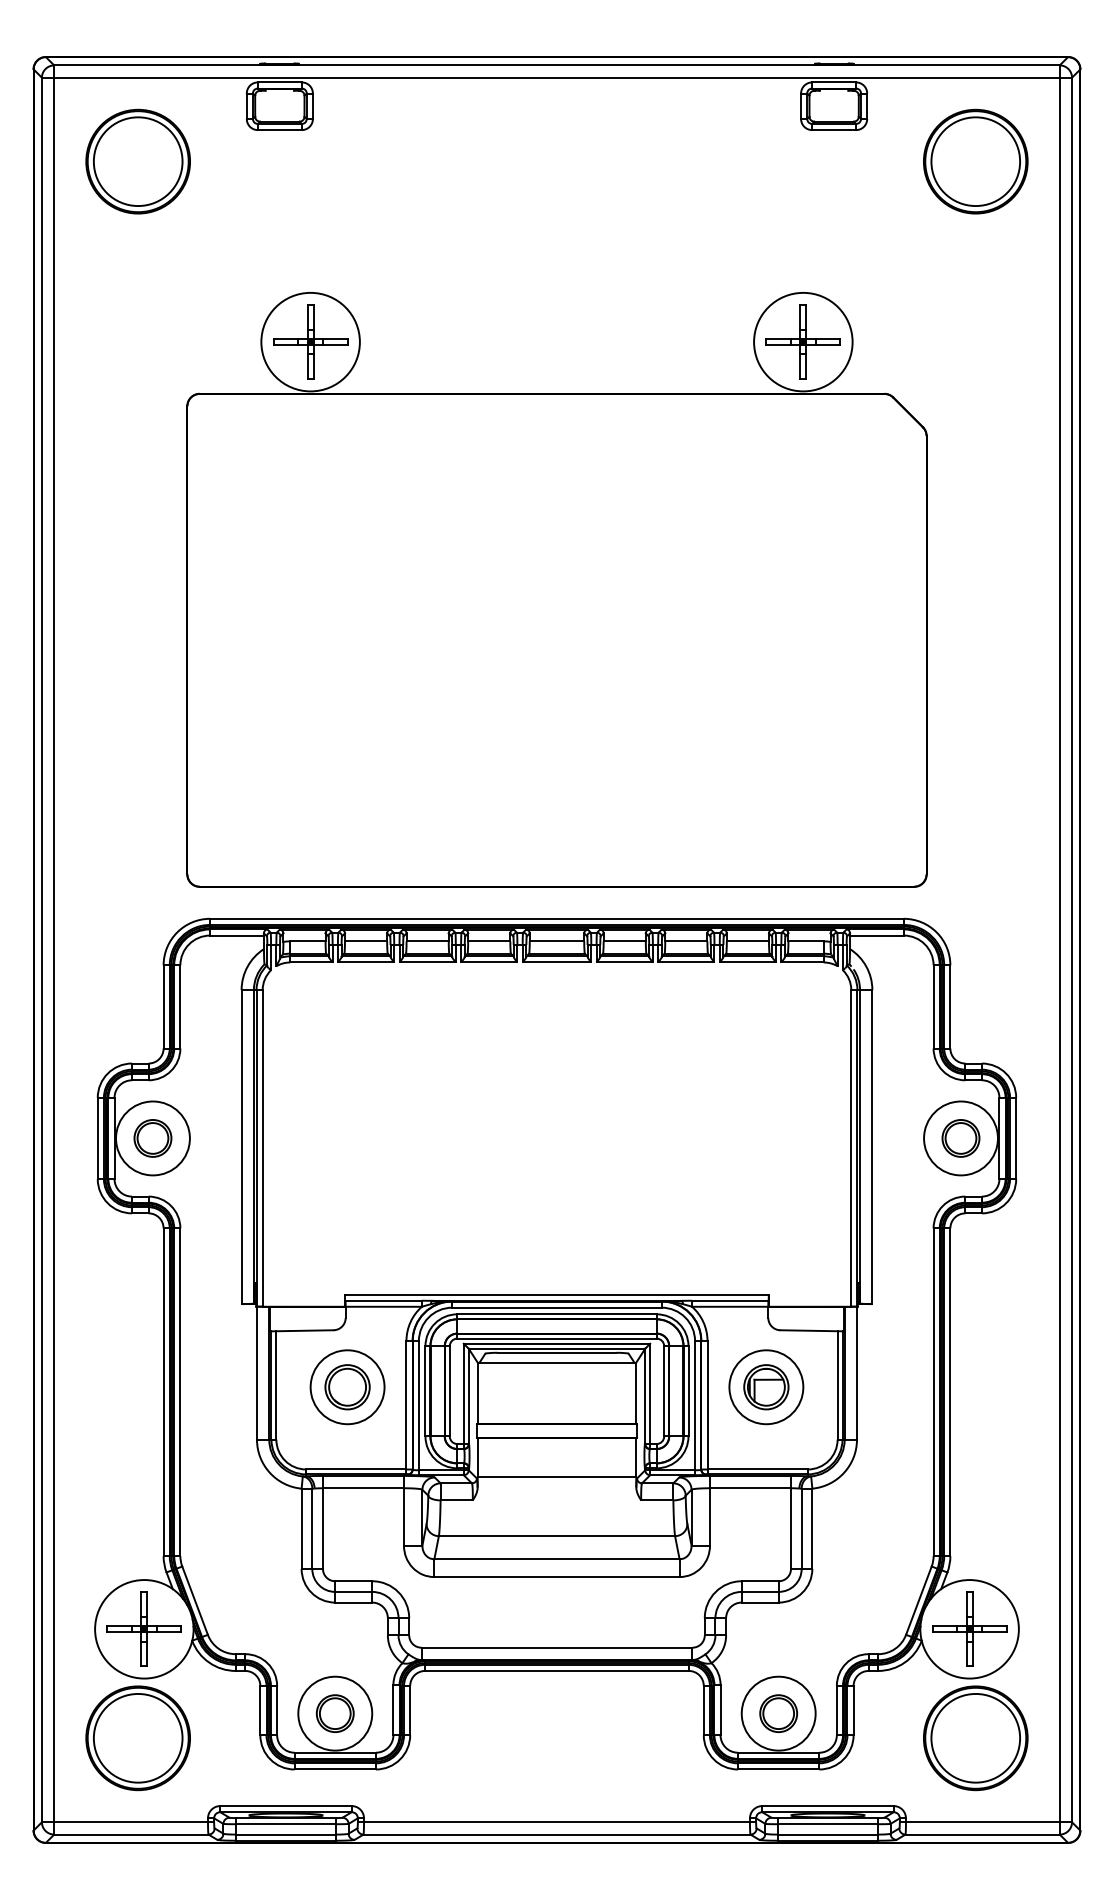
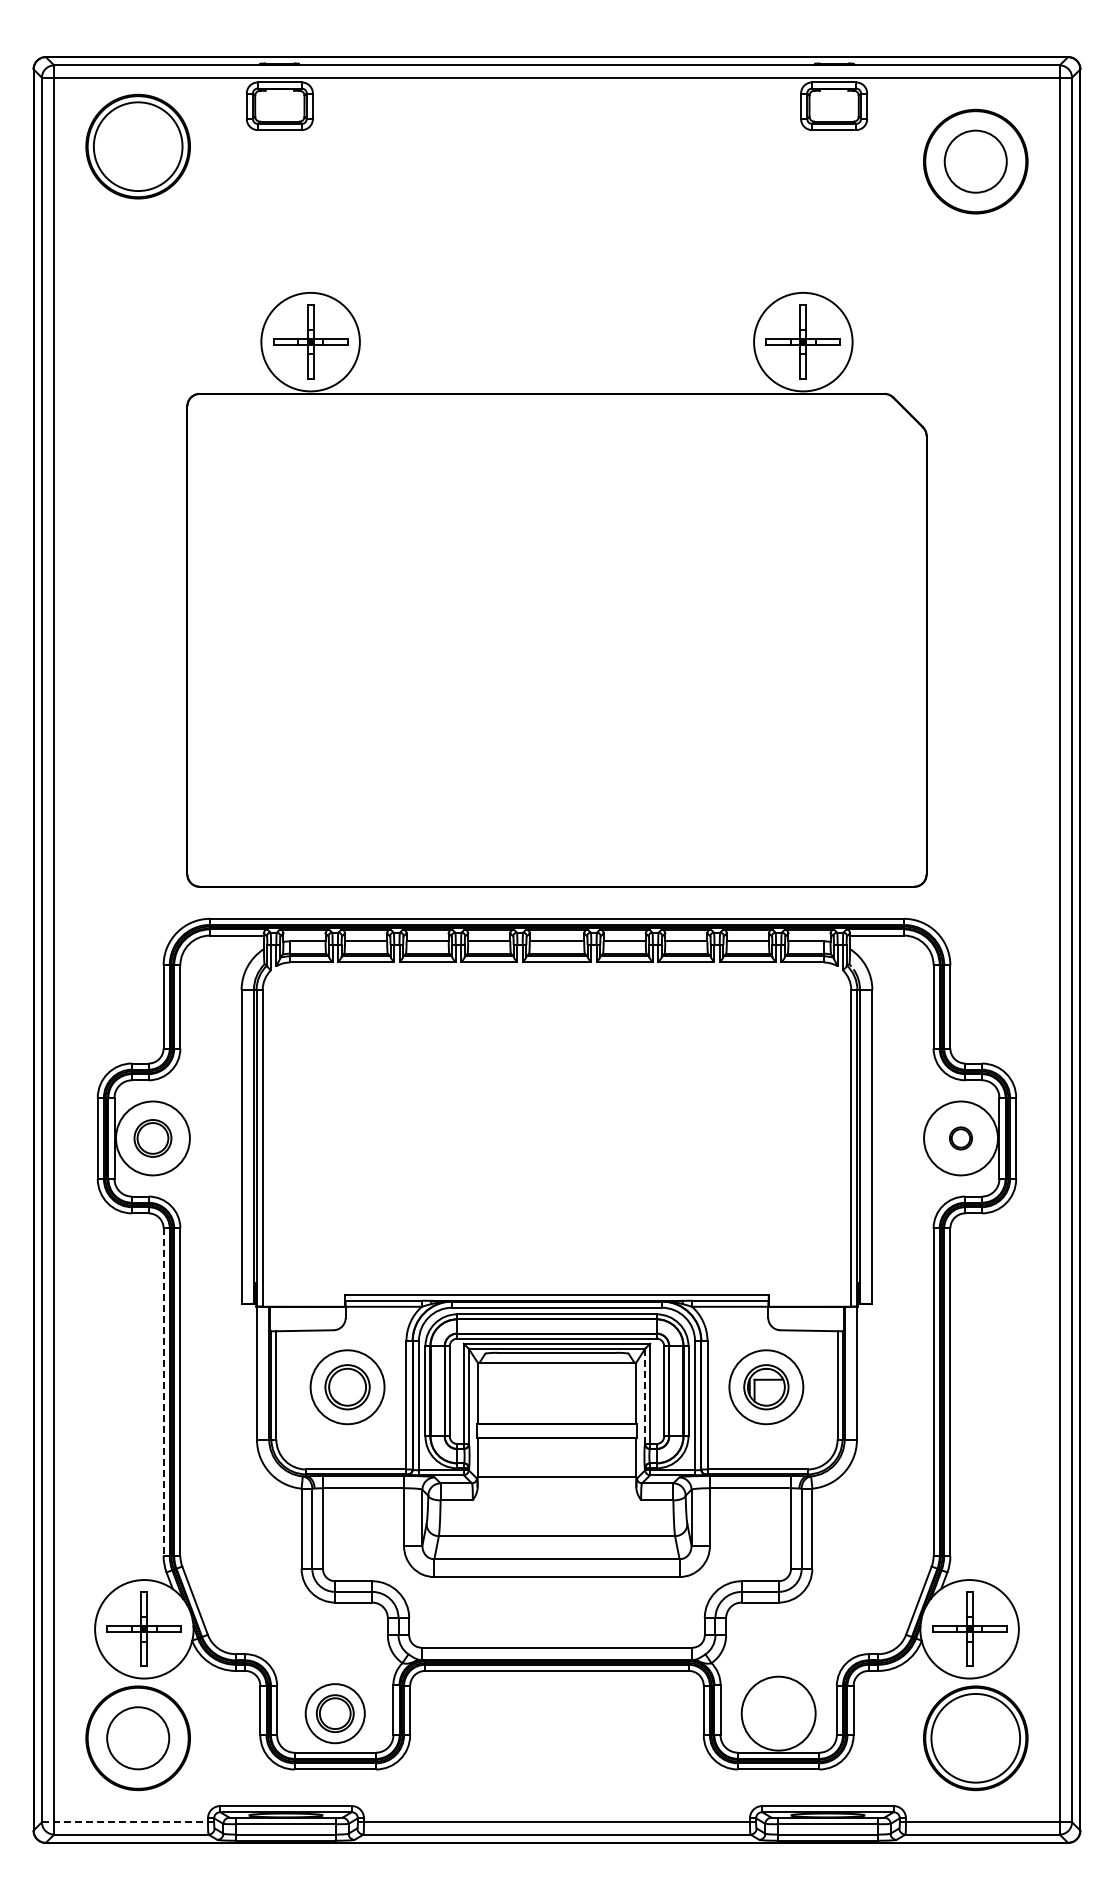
part at (137, 161) position: (137, 161) -> (137, 146)
circle at (975, 161) diameter: 89 px -> 62 px
part at (960, 1138) size: 40x39 px -> 24x25 px
line at (163, 1392): solid -> dashed
line at (645, 1396): solid -> dashed
circle at (335, 1713) diameter: 74 px -> 59 px
part at (778, 1713): present -> none
circle at (137, 1737) diameter: 89 px -> 62 px
line at (128, 1822): solid -> dashed
